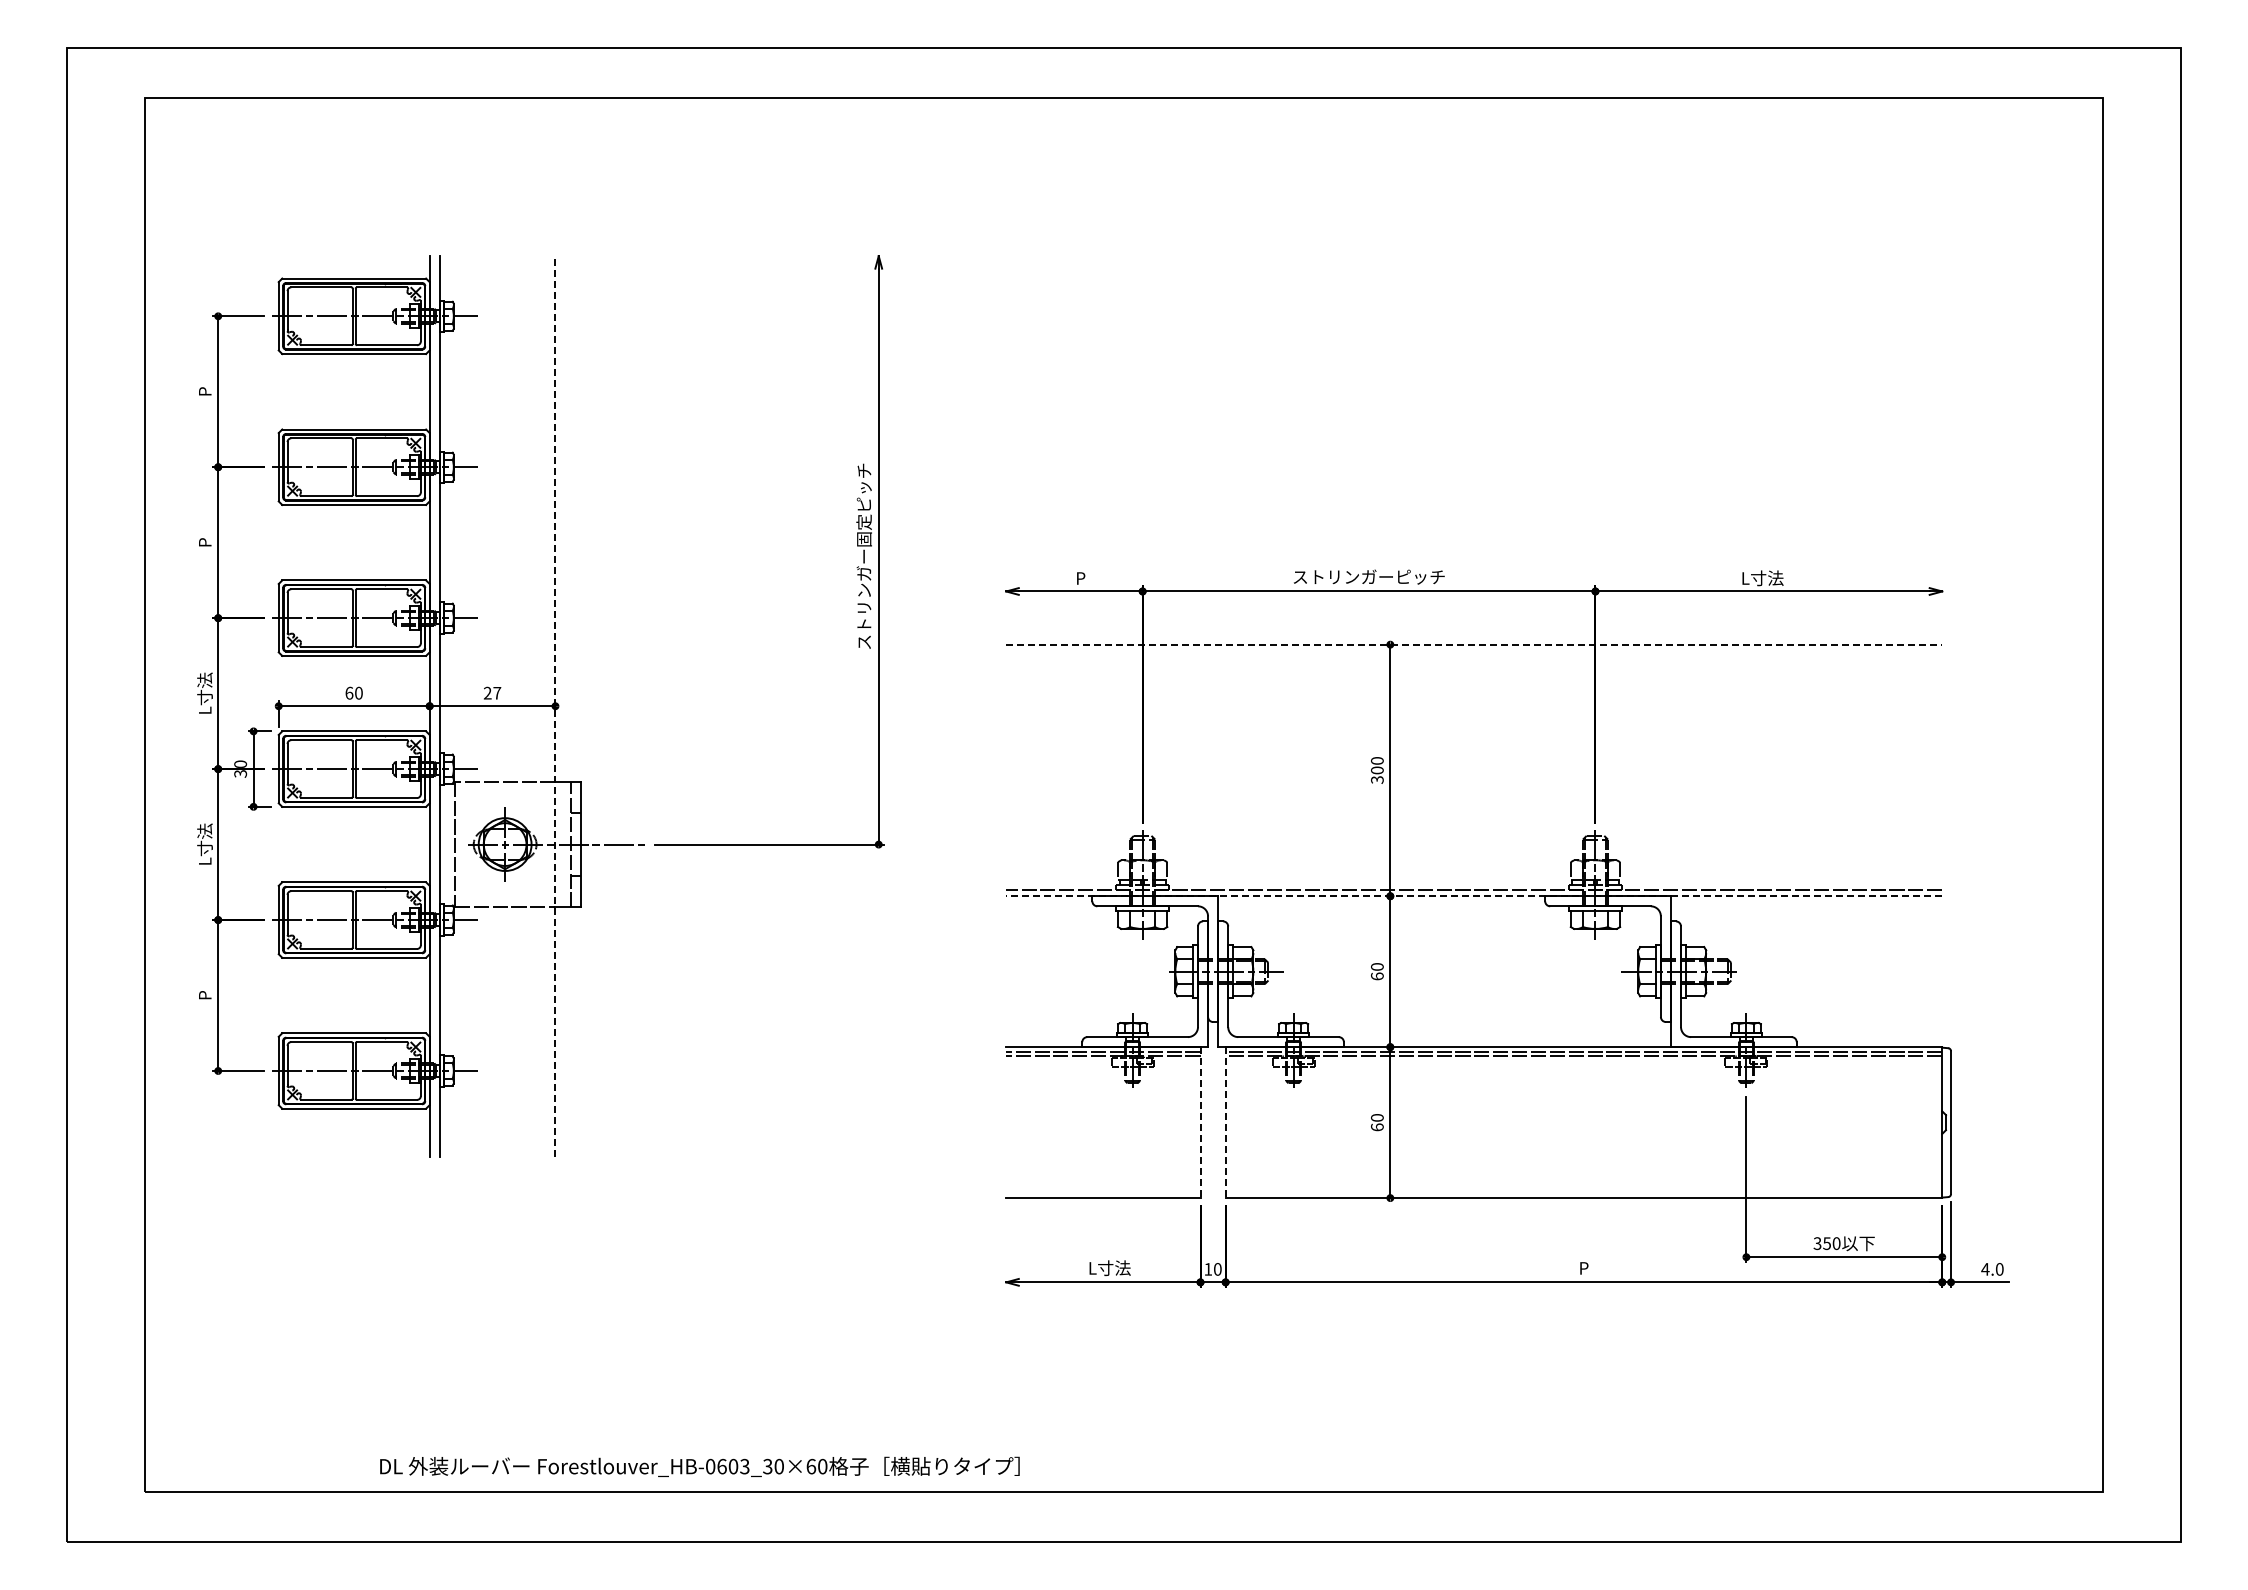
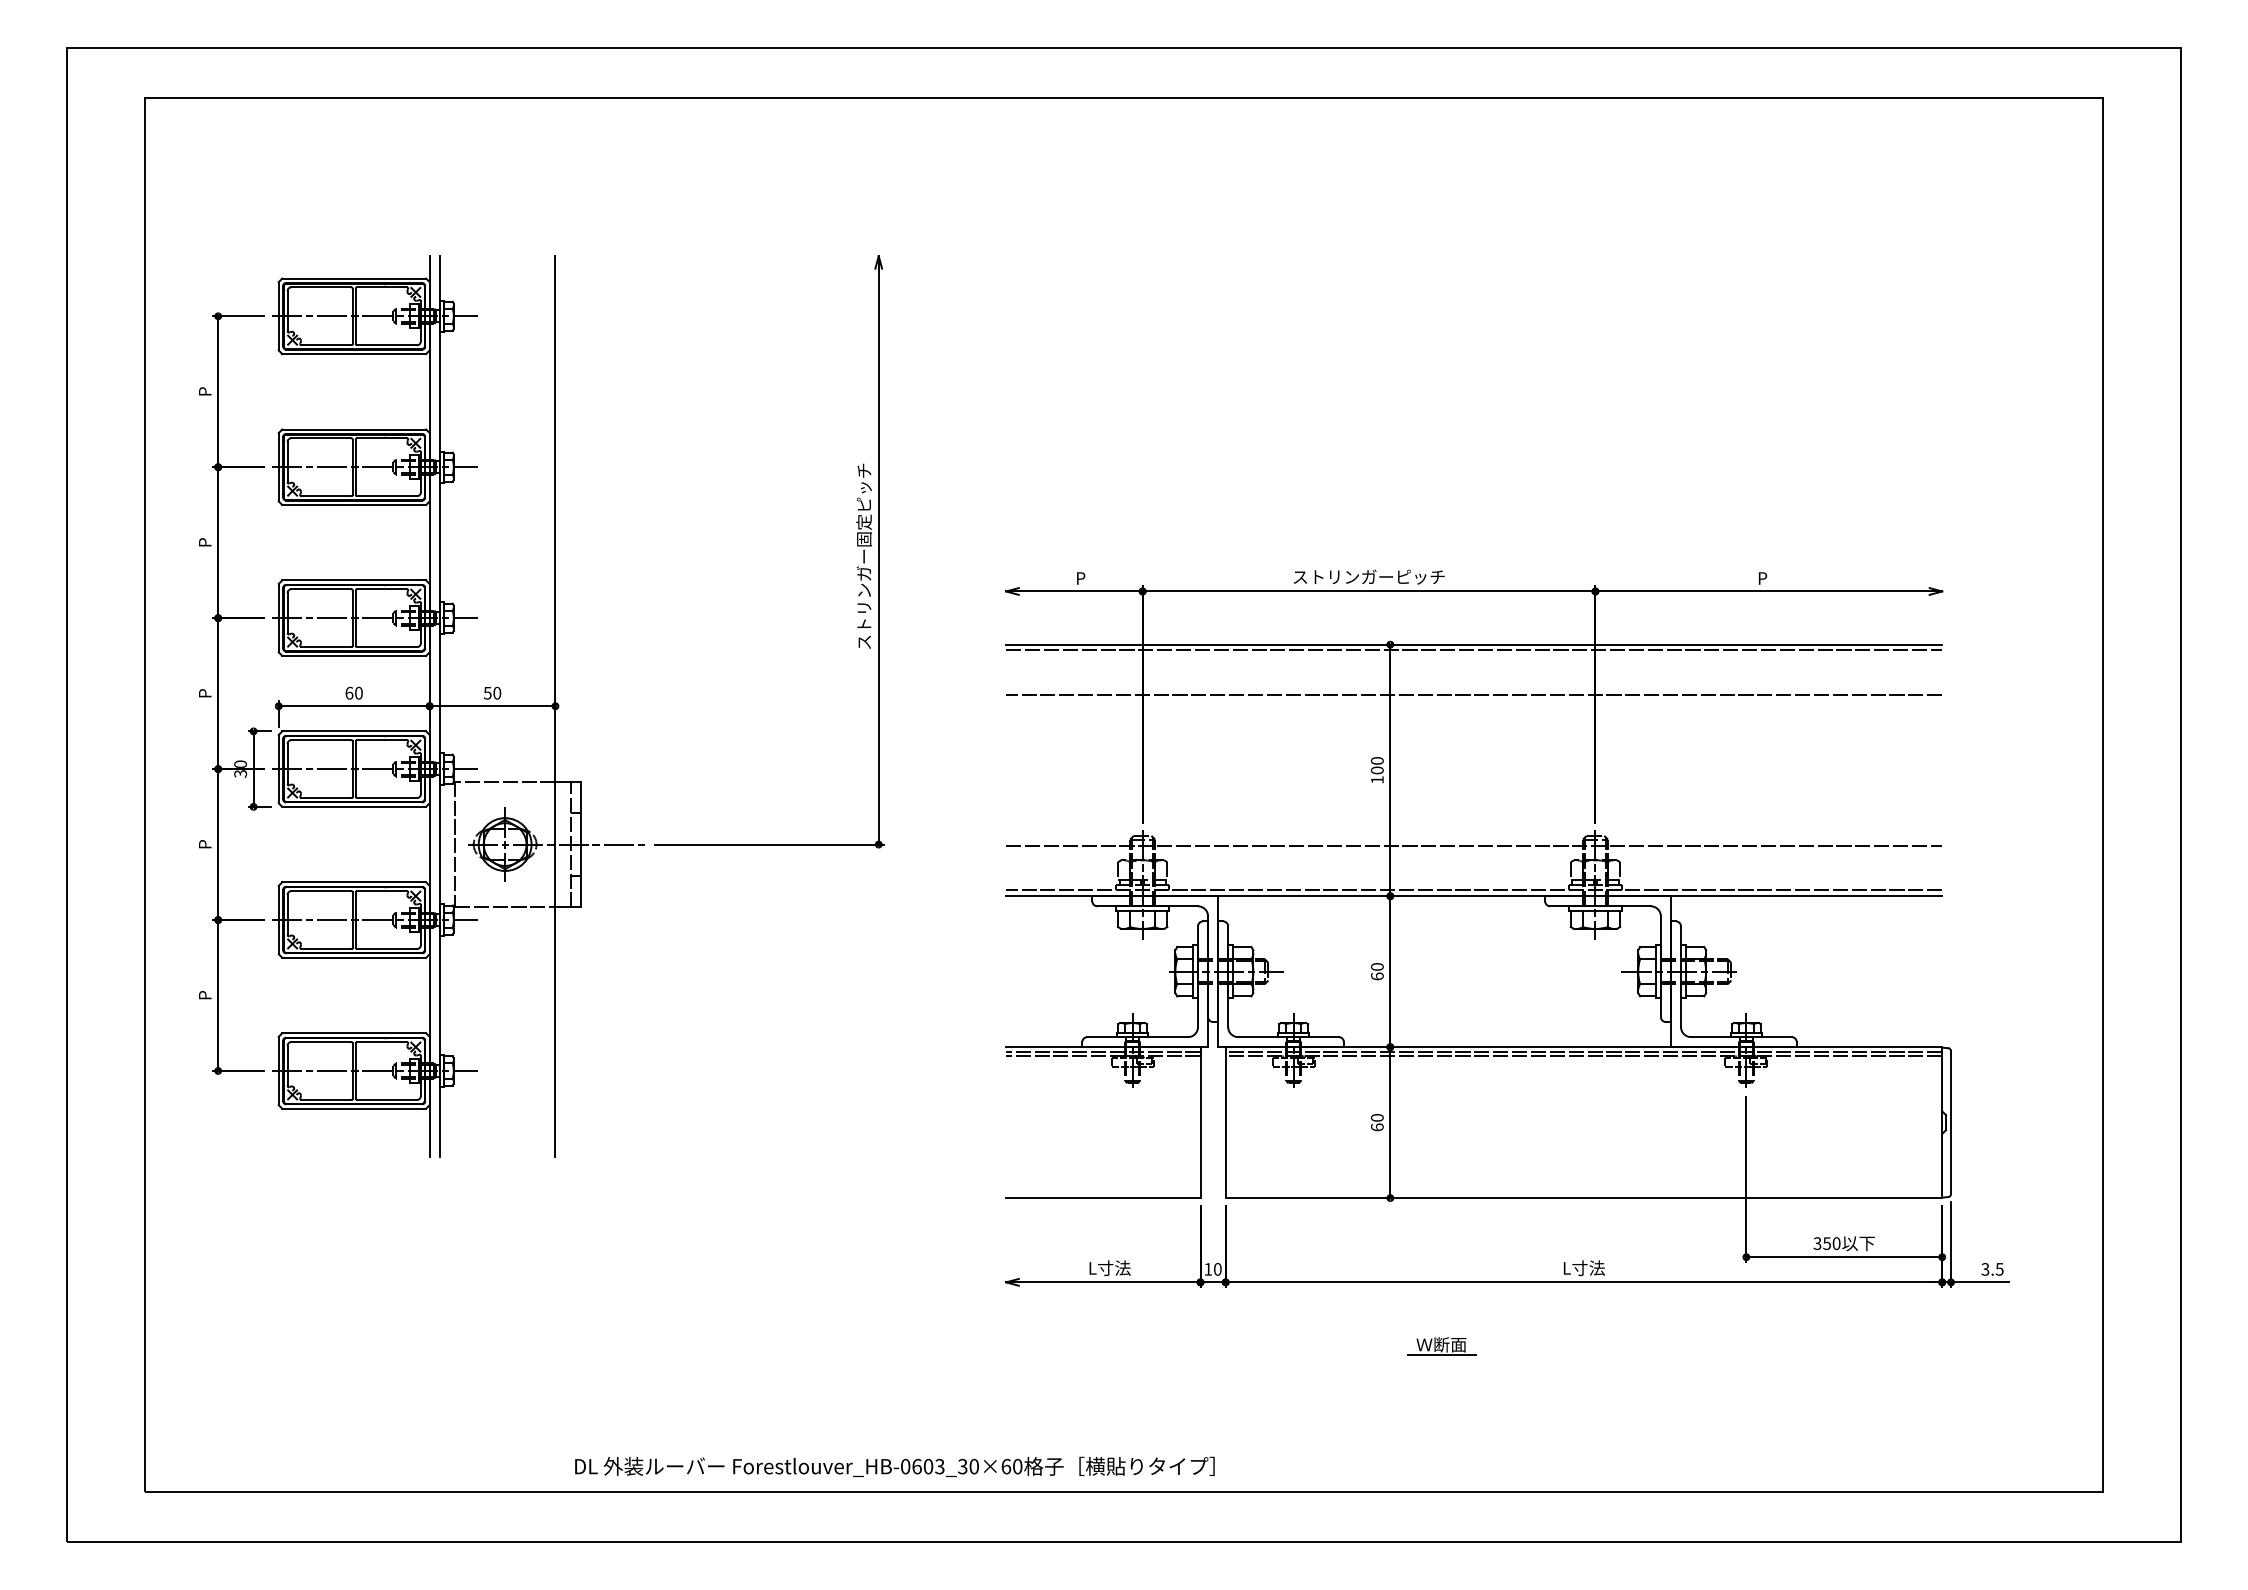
text at (1762, 578): L寸法 -> P
line at (1474, 644): dashed -> solid
line at (1474, 650): none -> present
text at (204, 692): L寸法 -> P
text at (492, 692): 27 -> 50
line at (1474, 695): none -> present
line at (555, 705): dashed -> solid
text at (1377, 779): 300 -> 100
text at (204, 843): L寸法 -> P
line at (1474, 845): none -> present
line at (1474, 896): dashed -> solid
line at (1200, 1123): dashed -> solid
line at (1225, 1123): dashed -> solid
text at (1583, 1268): P -> L寸法
text at (1992, 1269): 4.0 -> 3.5
part at (1441, 1346): none -> present
text at (699, 1466) position: (699, 1466) -> (894, 1466)
